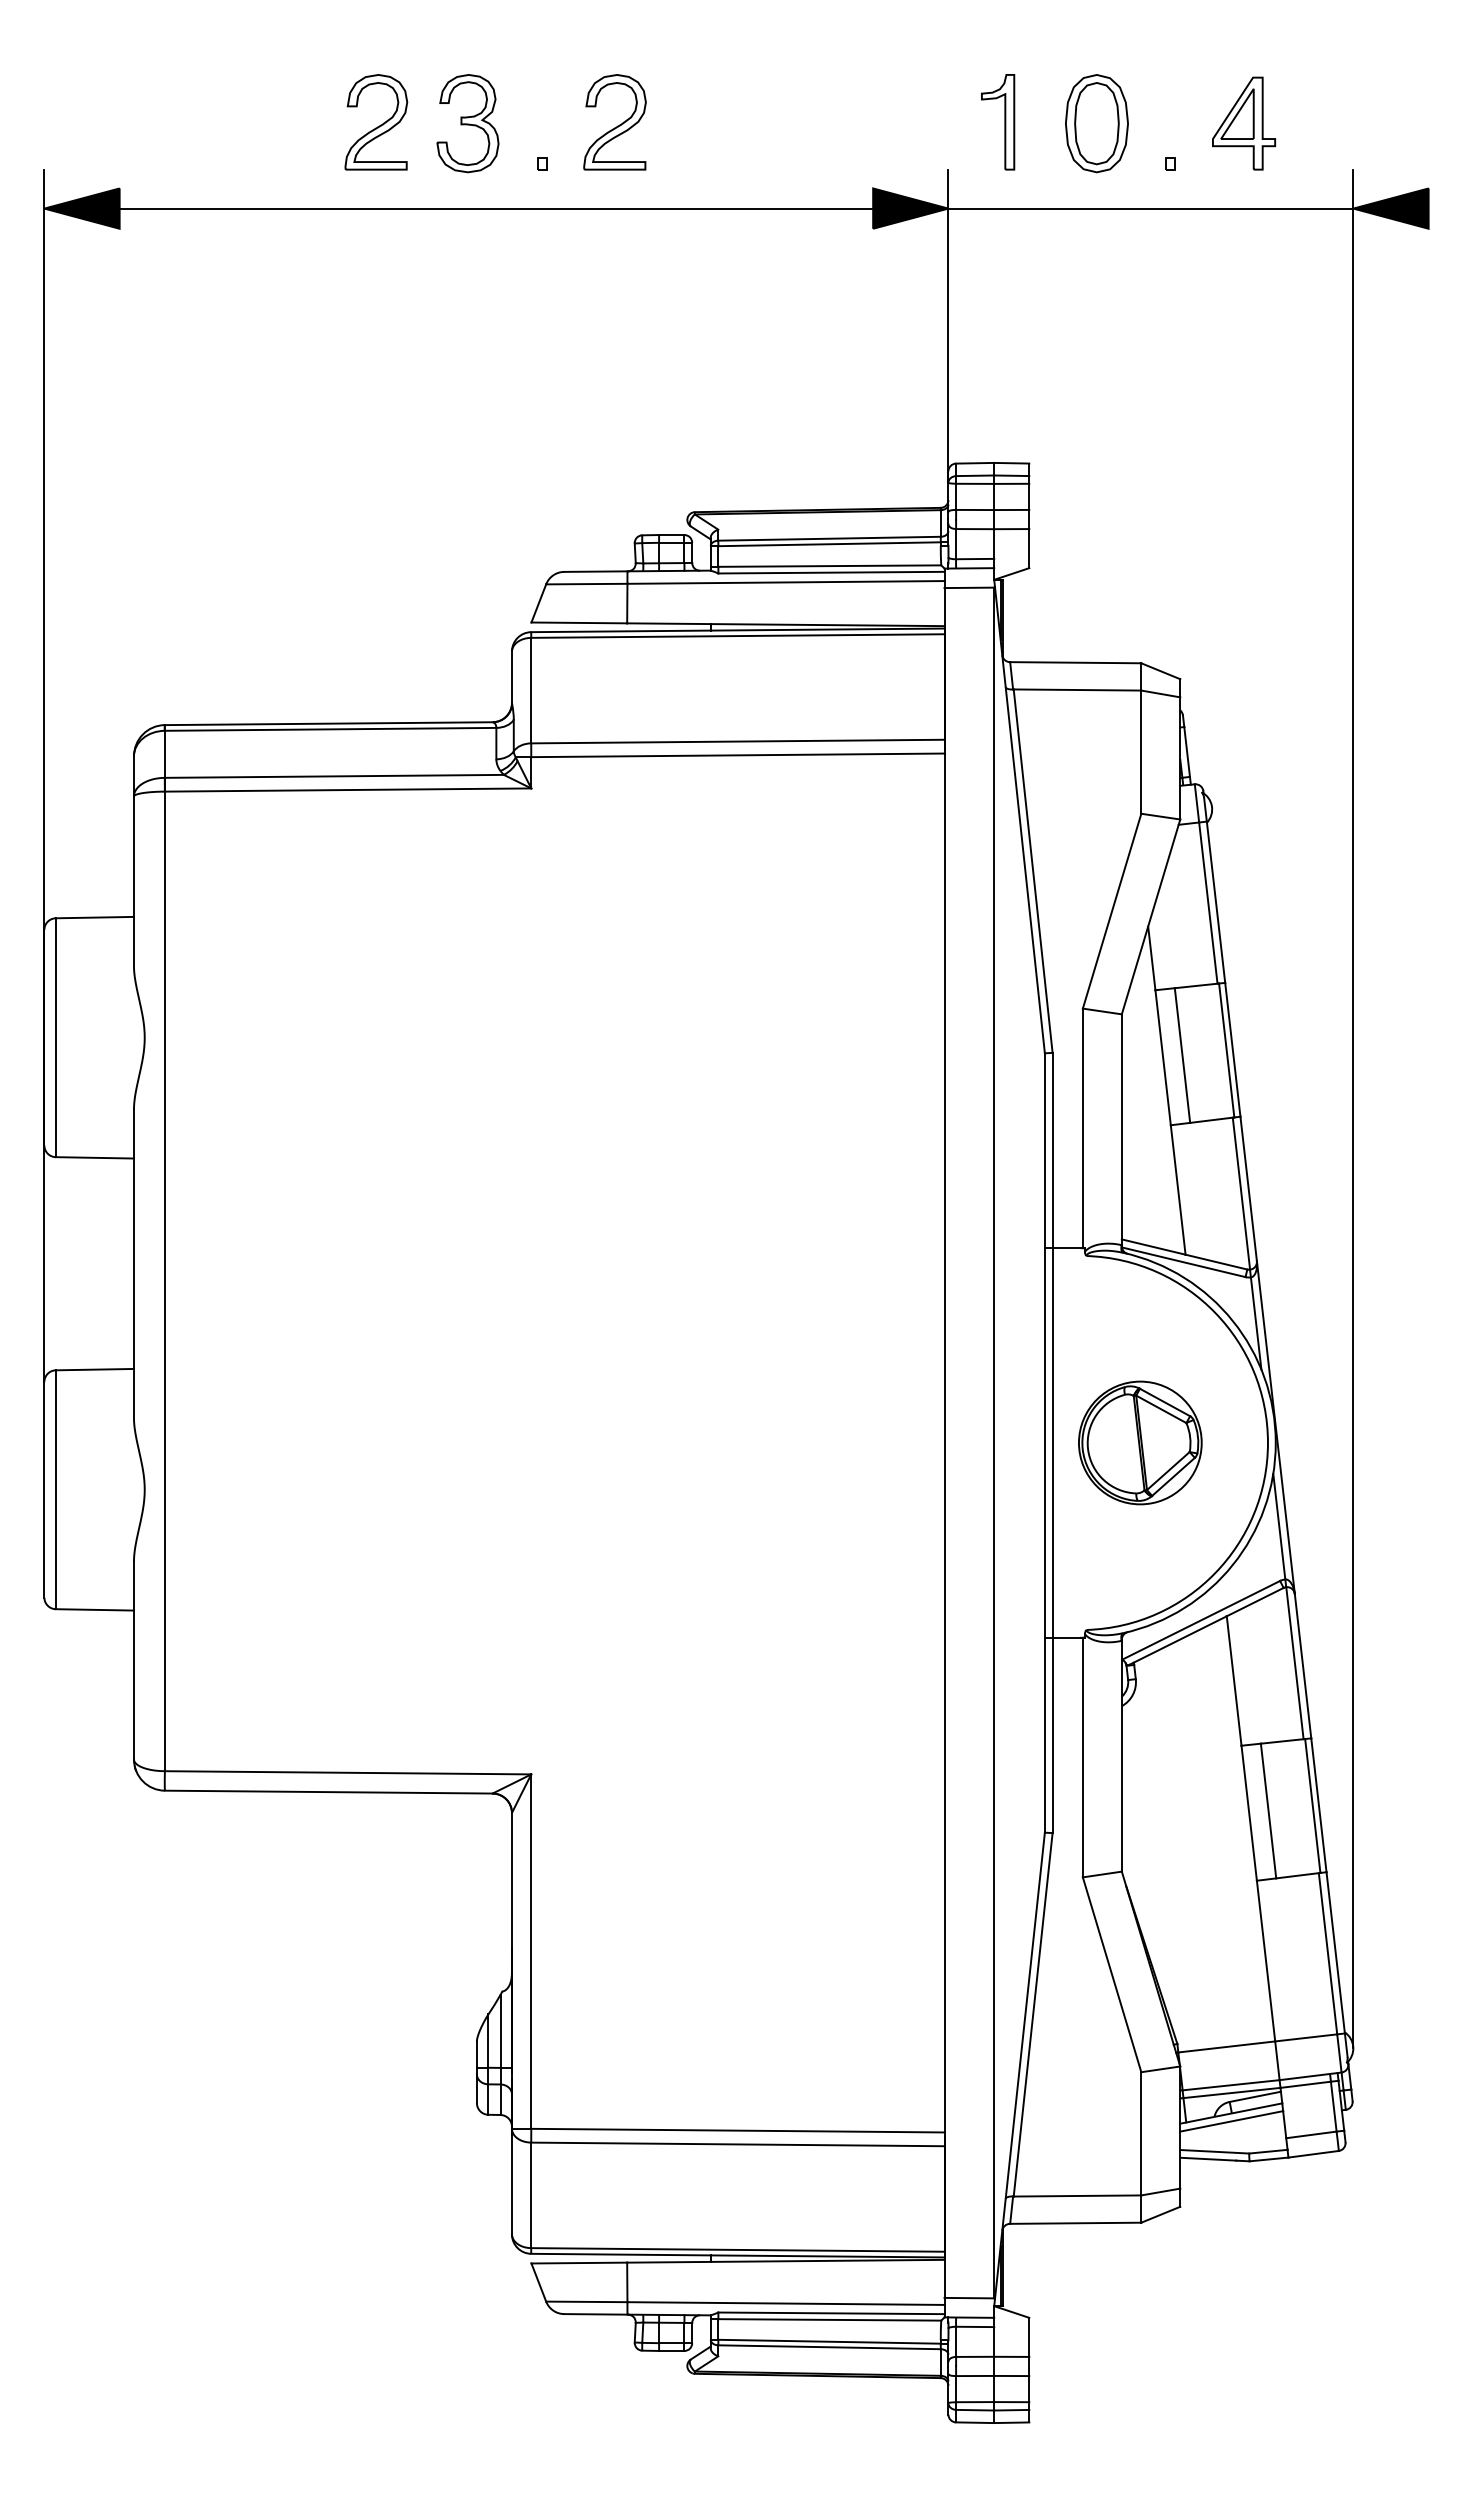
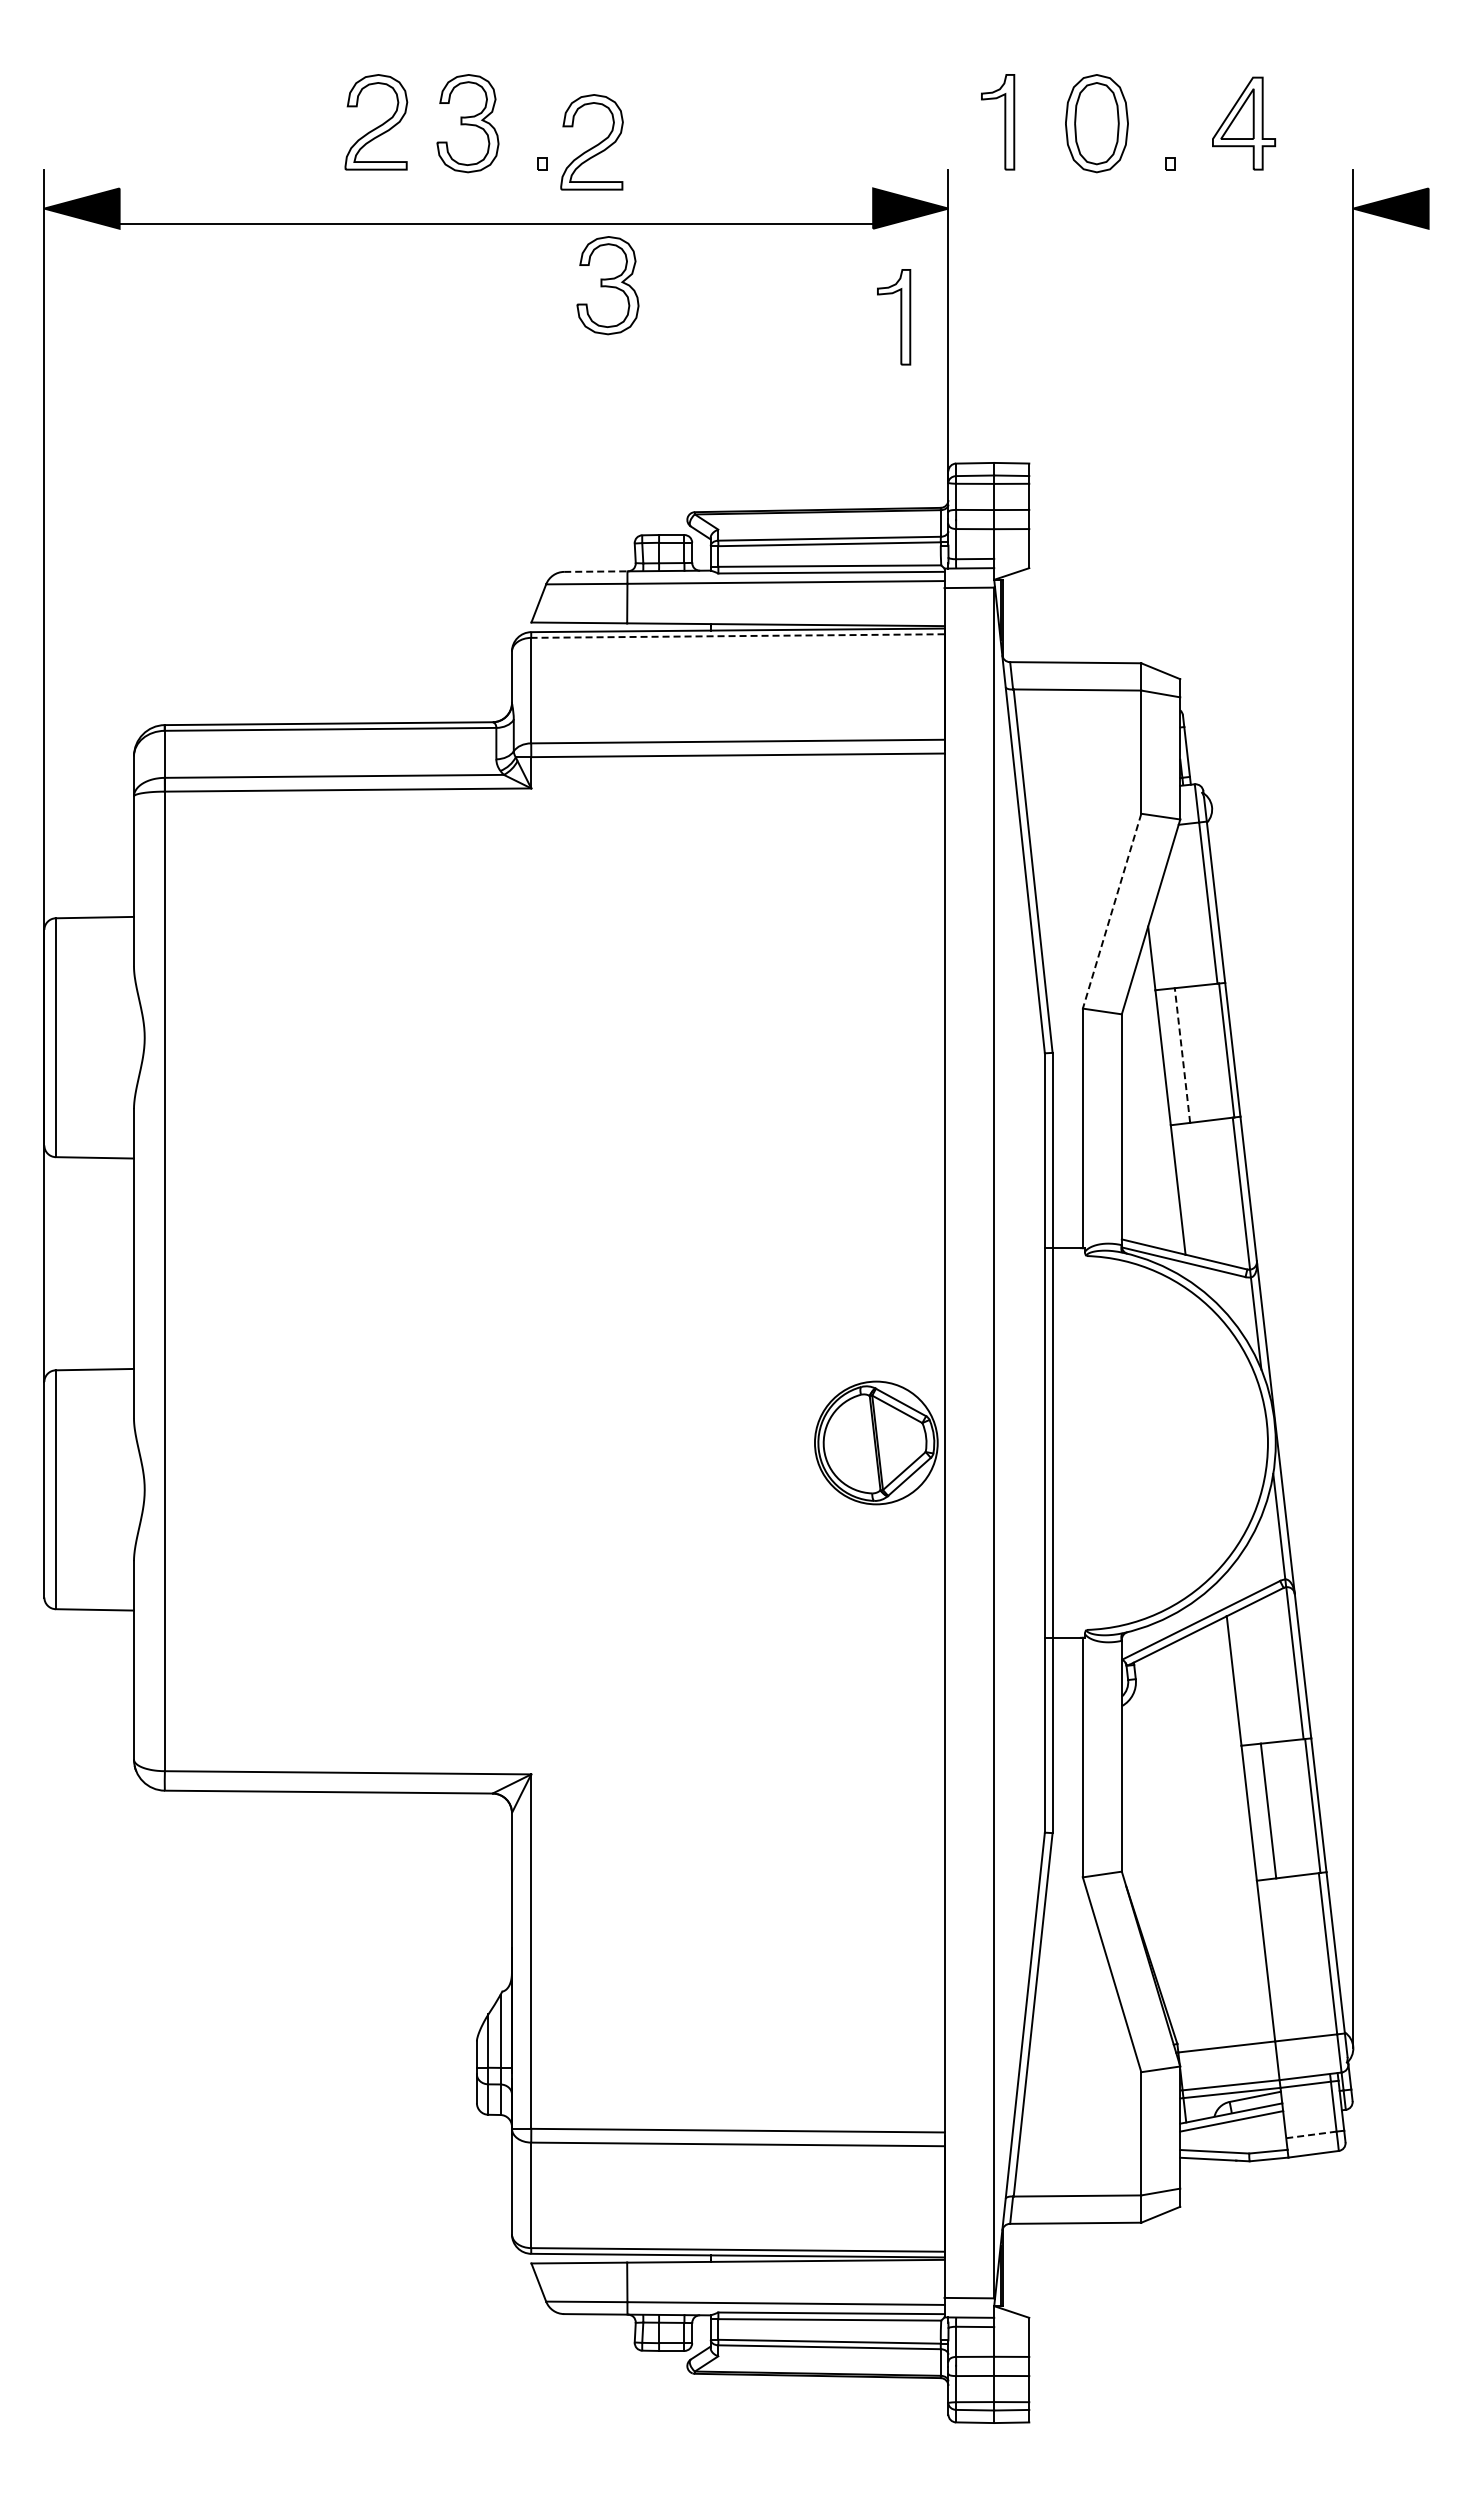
part at (614, 122) position: (614, 122) -> (591, 142)
line at (496, 208) position: (496, 208) -> (496, 223)
line at (1150, 208): present -> none
part at (607, 285): none -> present
part at (894, 317): none -> present
line at (595, 571): solid -> dashed
line at (737, 636): solid -> dashed
line at (1112, 911): solid -> dashed
line at (1182, 1055): solid -> dashed
part at (1140, 1442) position: (1140, 1442) -> (876, 1442)
line at (1311, 2134): solid -> dashed
